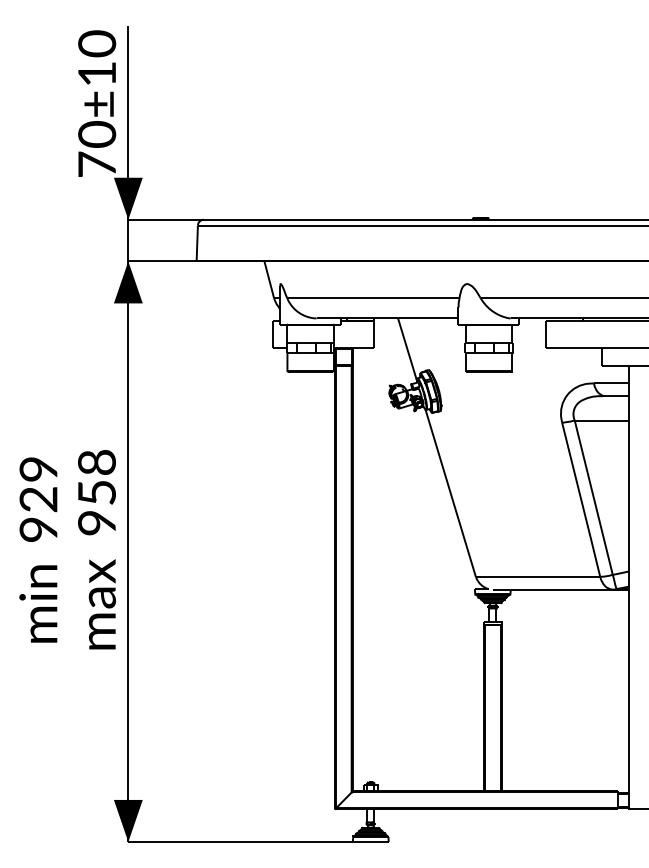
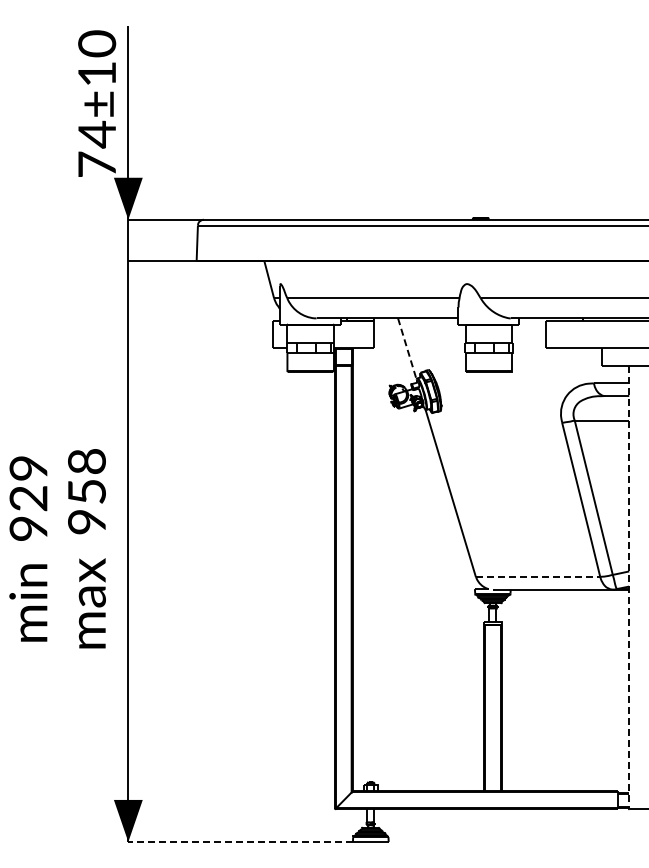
text at (97, 134): 70±10 -> 74±10
fill at (127, 282): present -> none
line at (407, 349): solid -> dashed
text at (67, 549) position: (67, 549) -> (57, 548)
line at (538, 577): solid -> dashed
line at (629, 587): solid -> dashed
line at (240, 841): solid -> dashed
